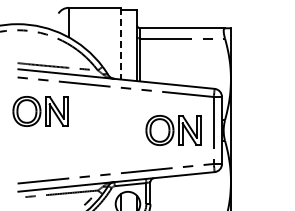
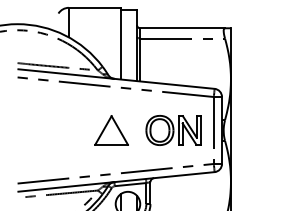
line at (120, 43): dashed -> solid
part at (40, 111): present -> none
part at (111, 130): none -> present
